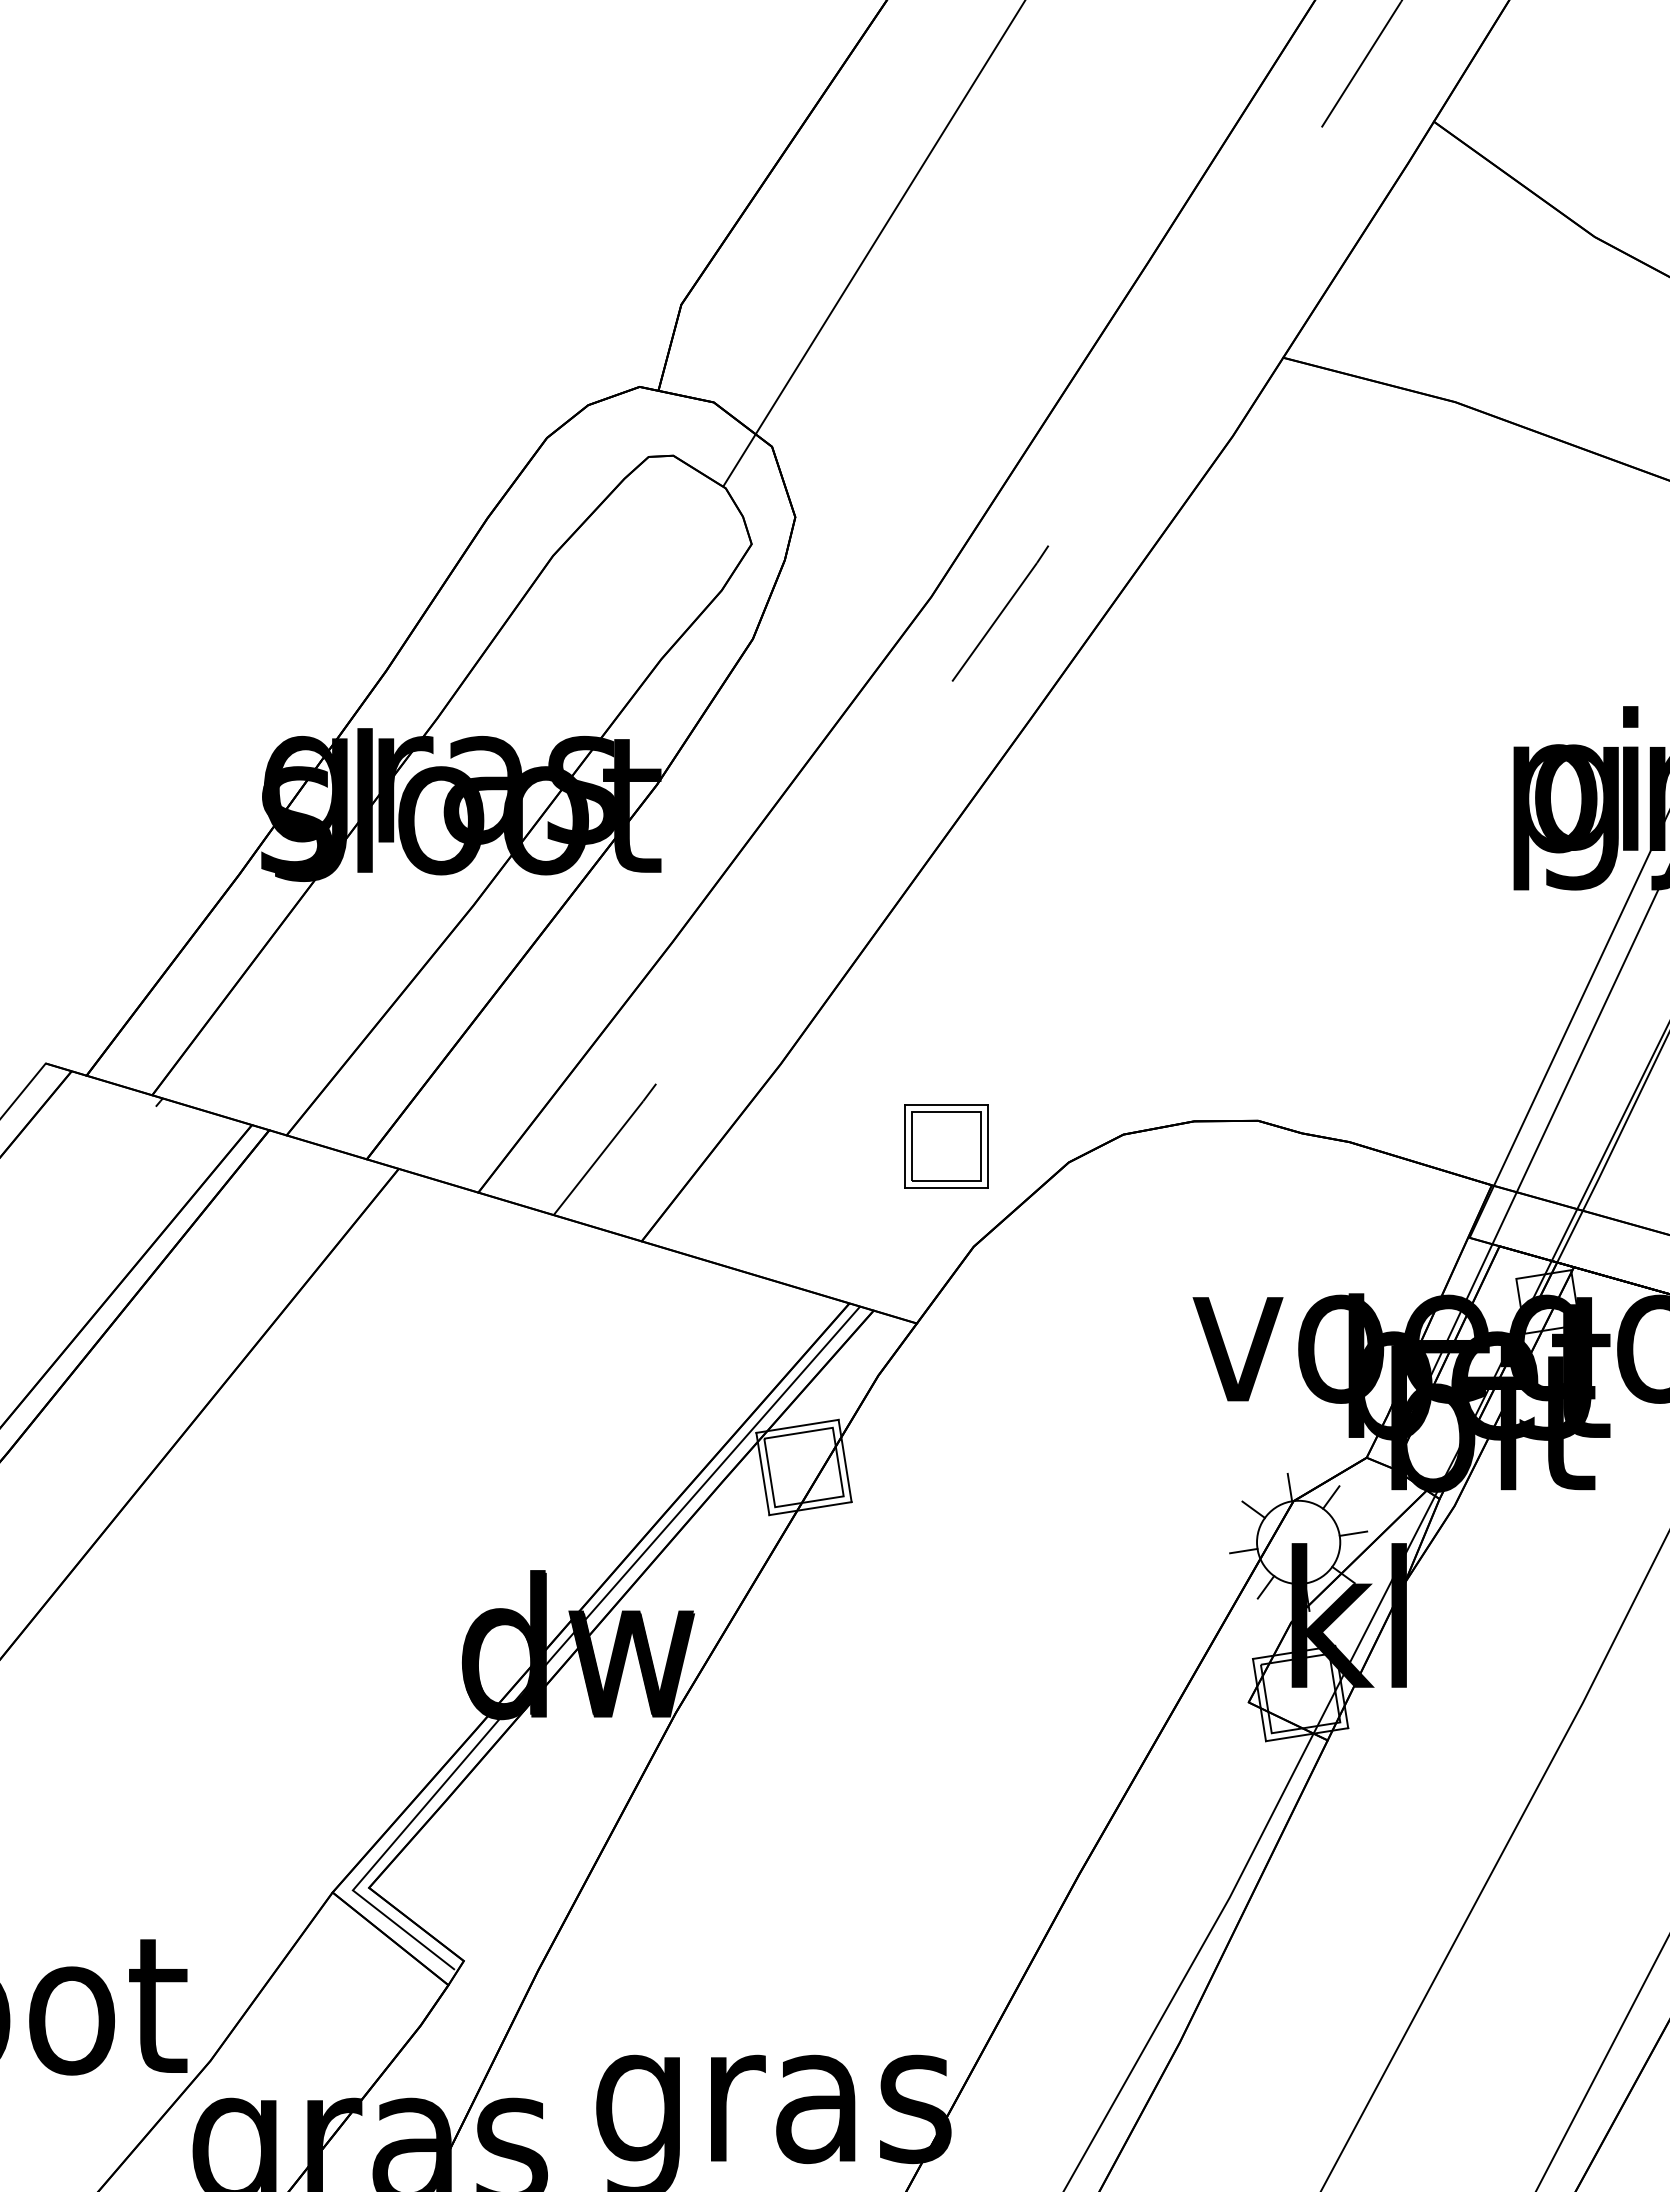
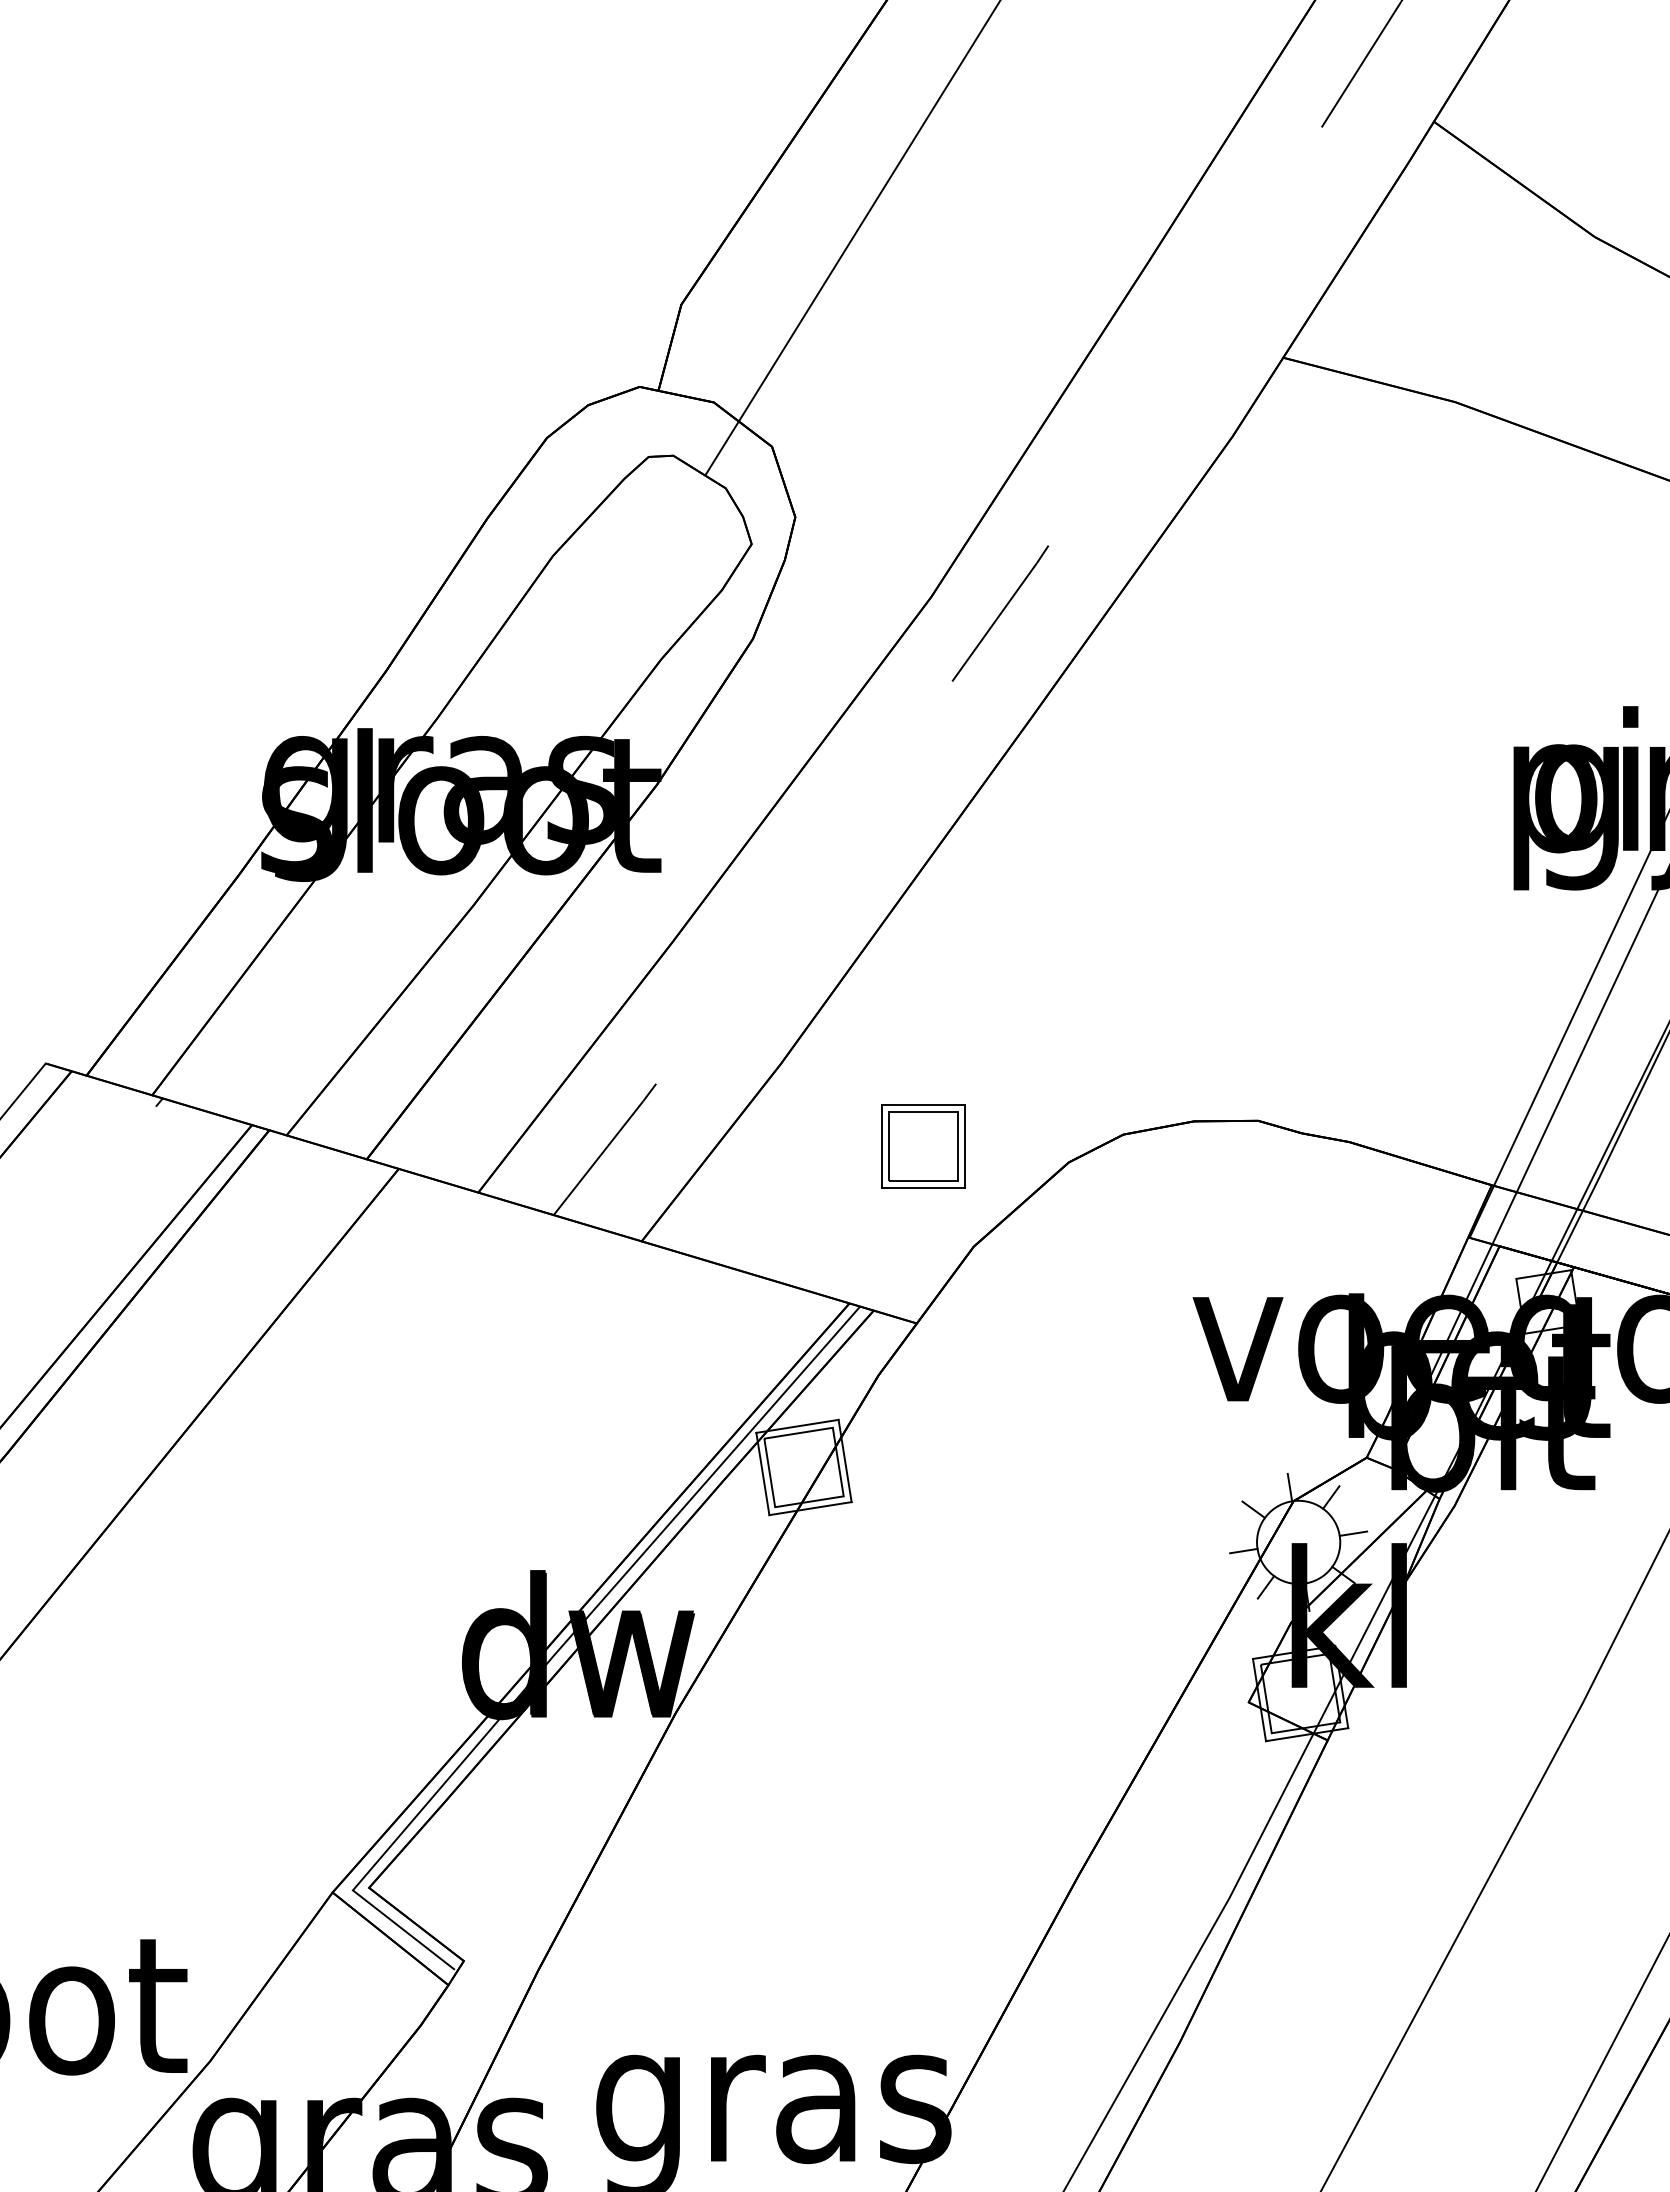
line at (873, 243) position: (873, 243) -> (852, 238)
part at (946, 1146) position: (946, 1146) -> (923, 1146)
